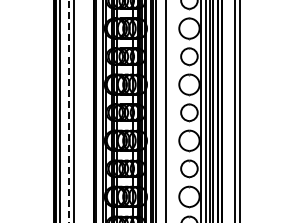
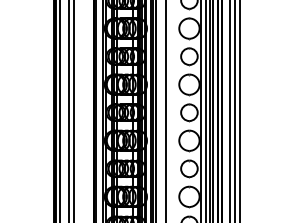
line at (230, 110): none -> present
line at (68, 112): dashed -> solid
